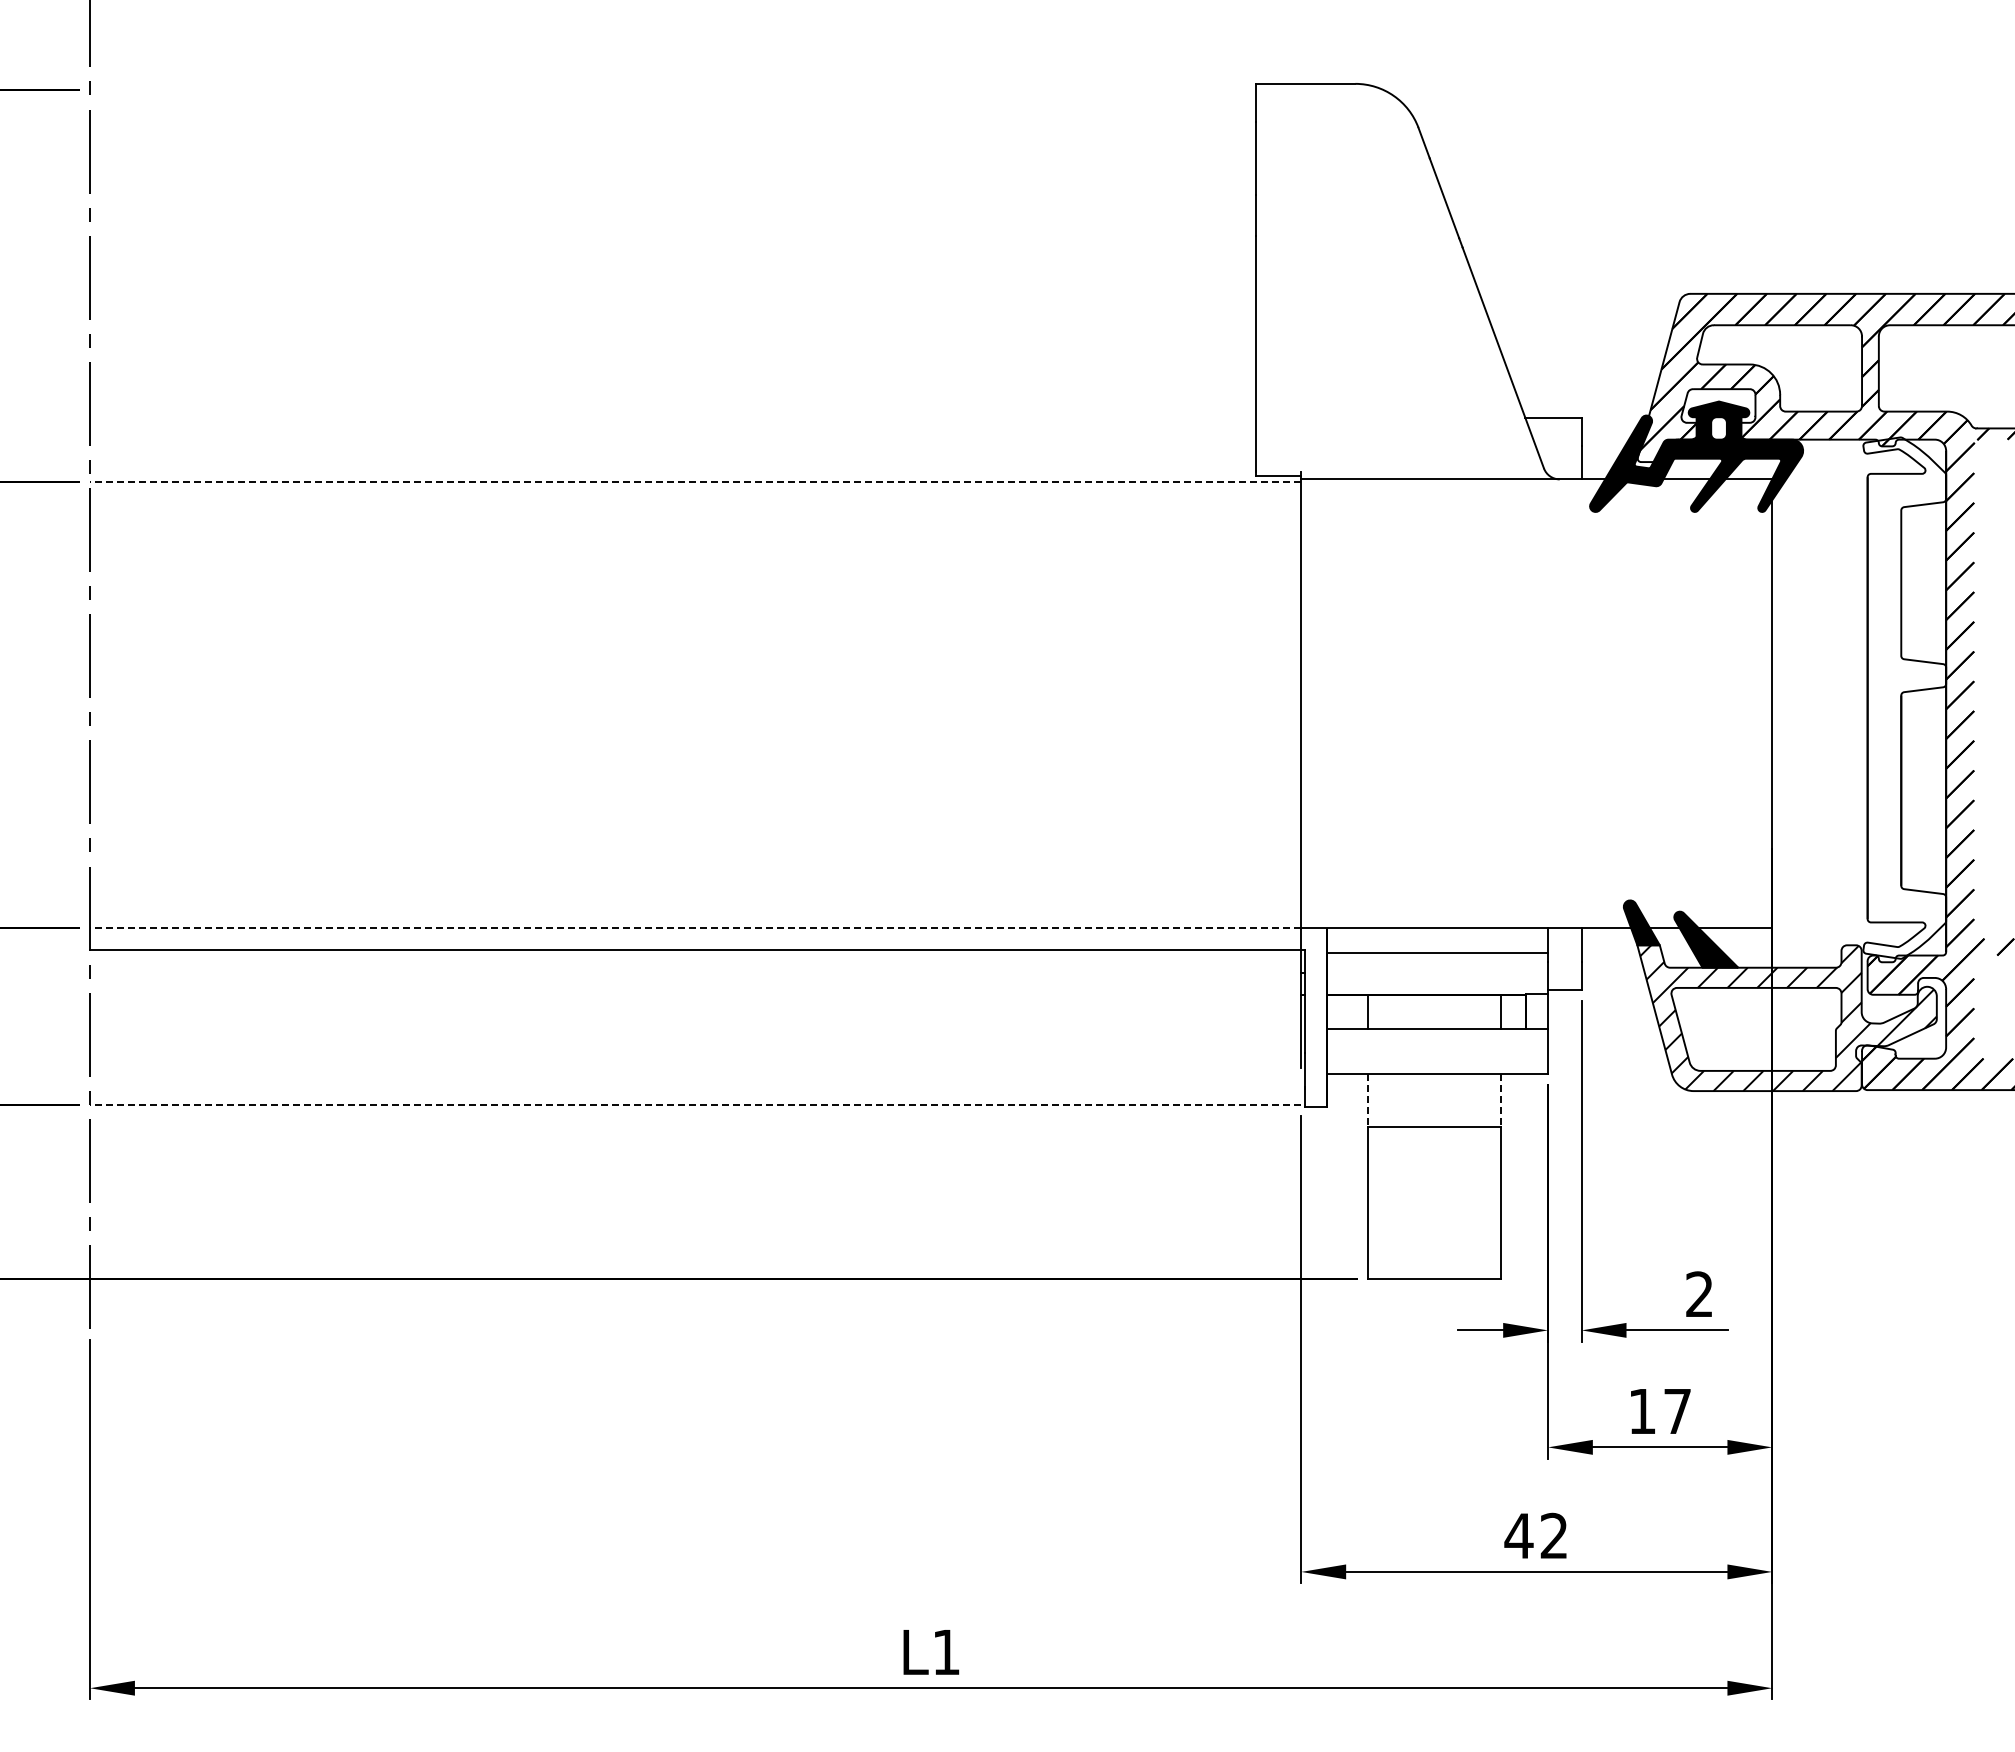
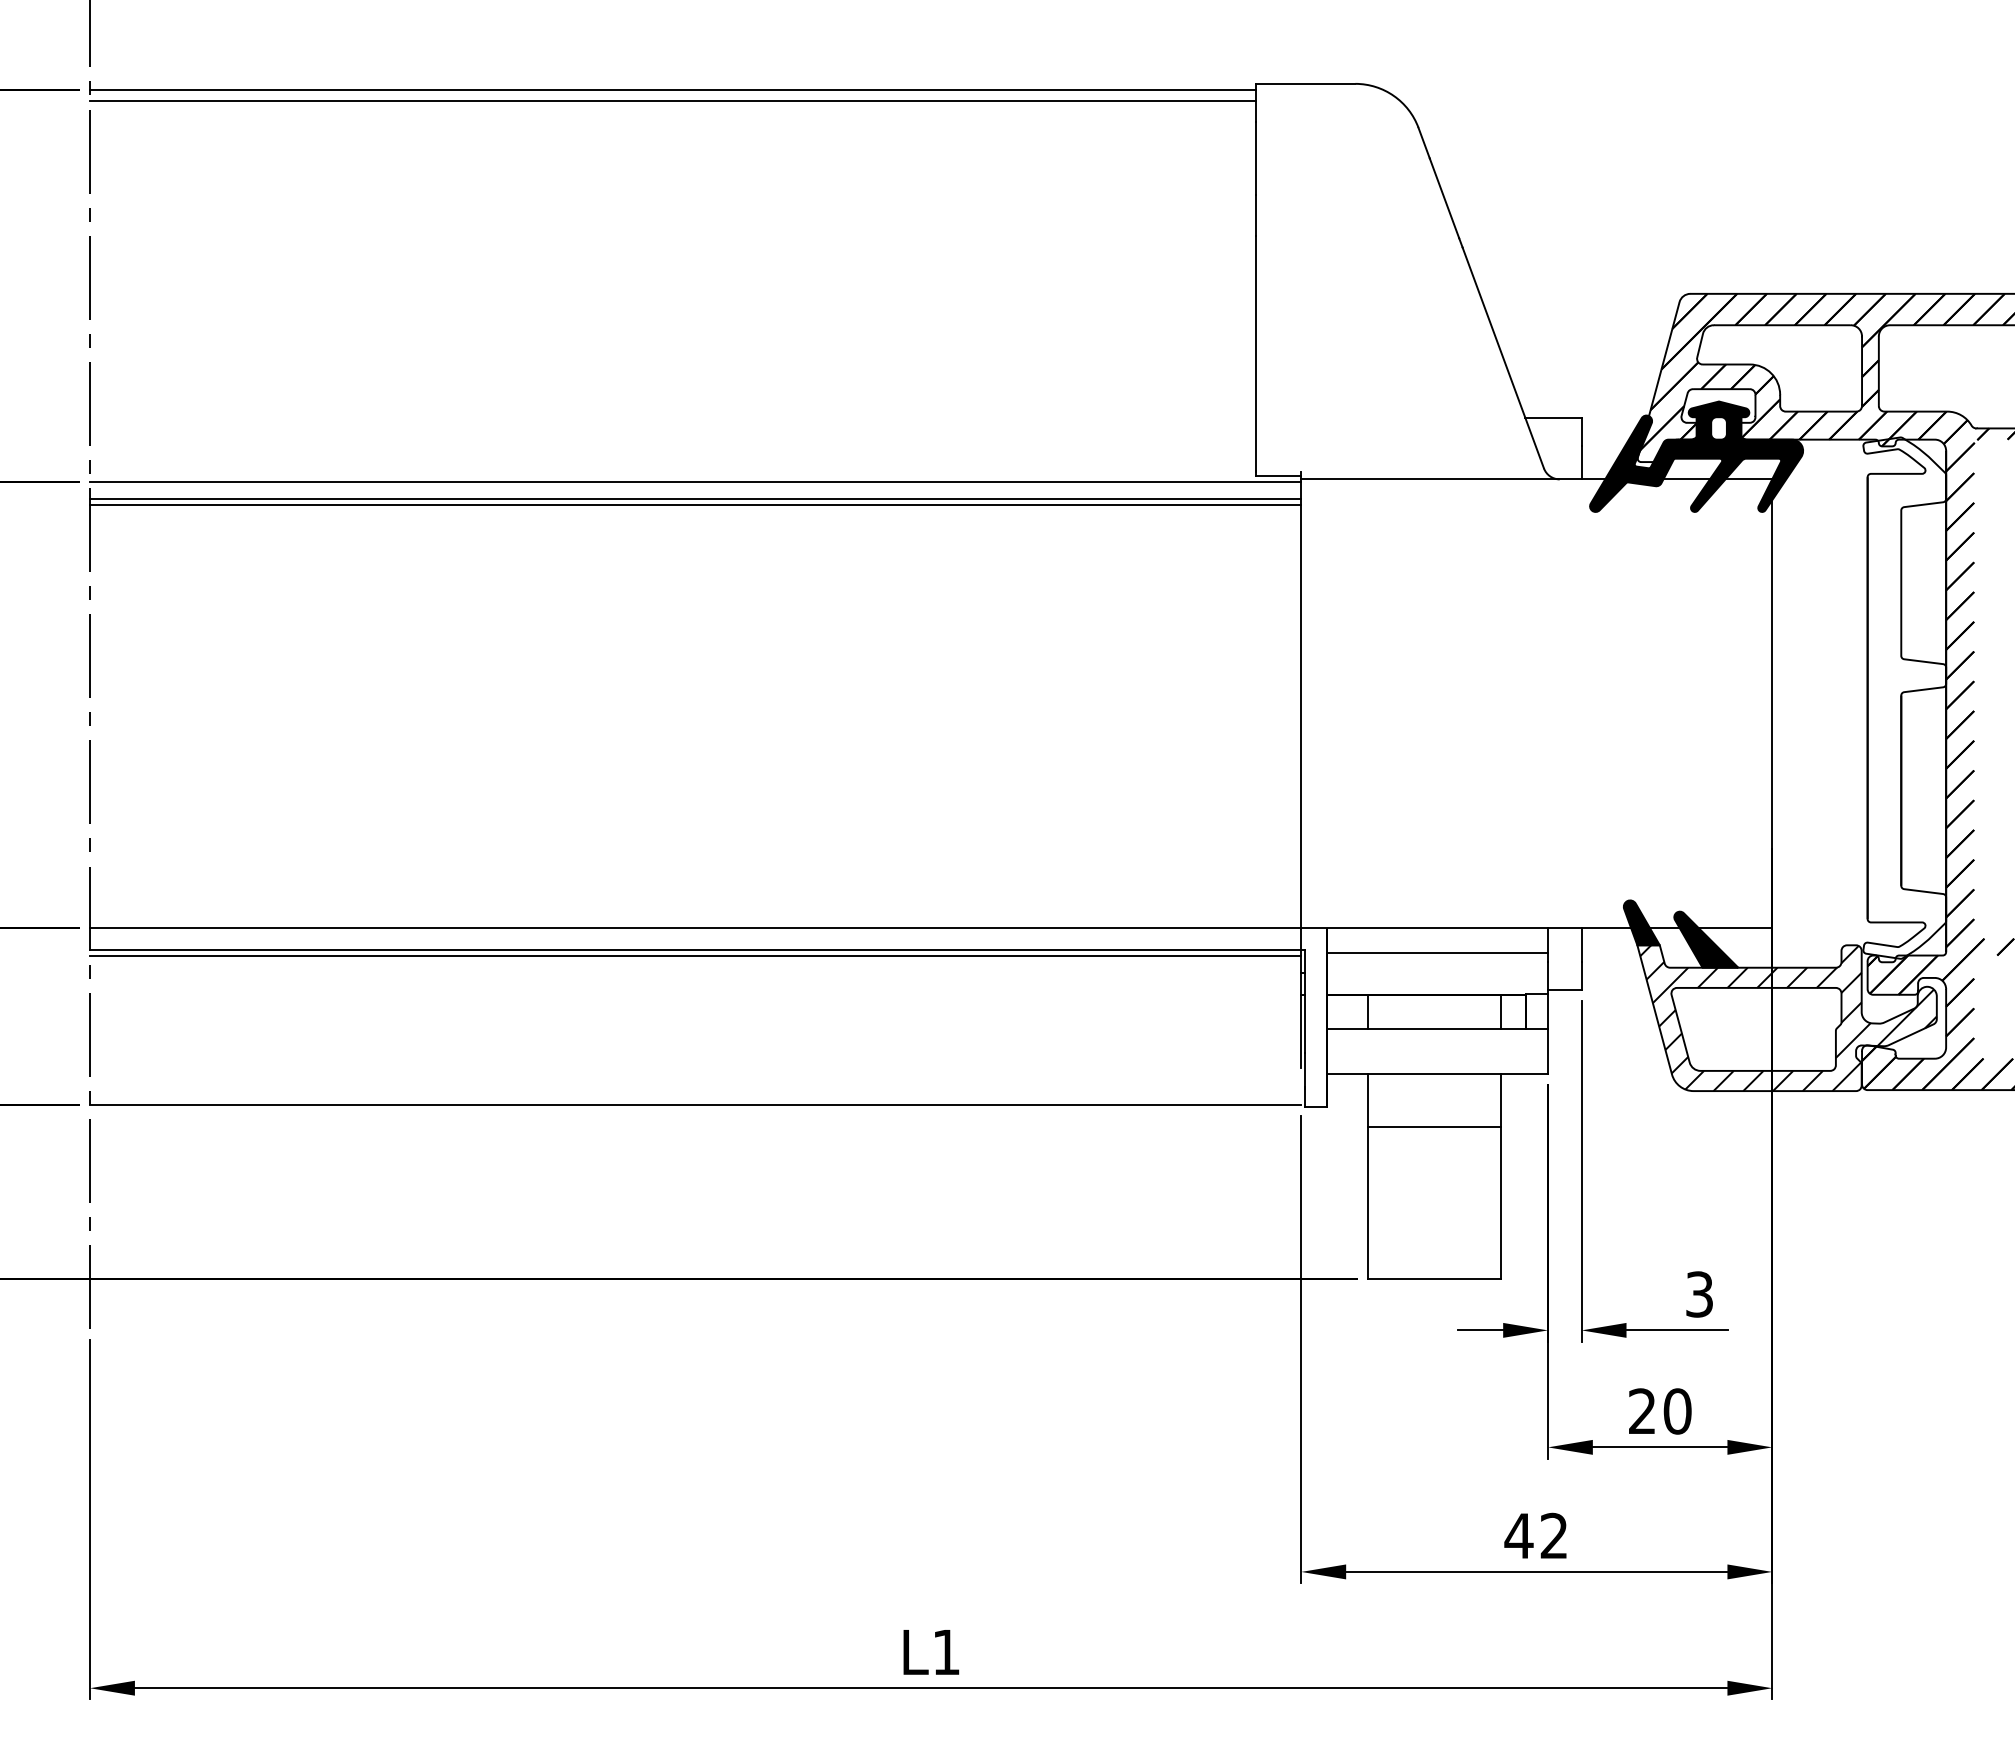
line at (673, 89): none -> present
line at (673, 100): none -> present
line at (695, 481): dashed -> solid
line at (695, 498): none -> present
line at (695, 505): none -> present
line at (695, 927): dashed -> solid
line at (695, 955): none -> present
line at (1368, 1100): dashed -> solid
line at (1501, 1100): dashed -> solid
line at (695, 1104): dashed -> solid
text at (1699, 1294): 2 -> 3
text at (1660, 1411): 17 -> 20
